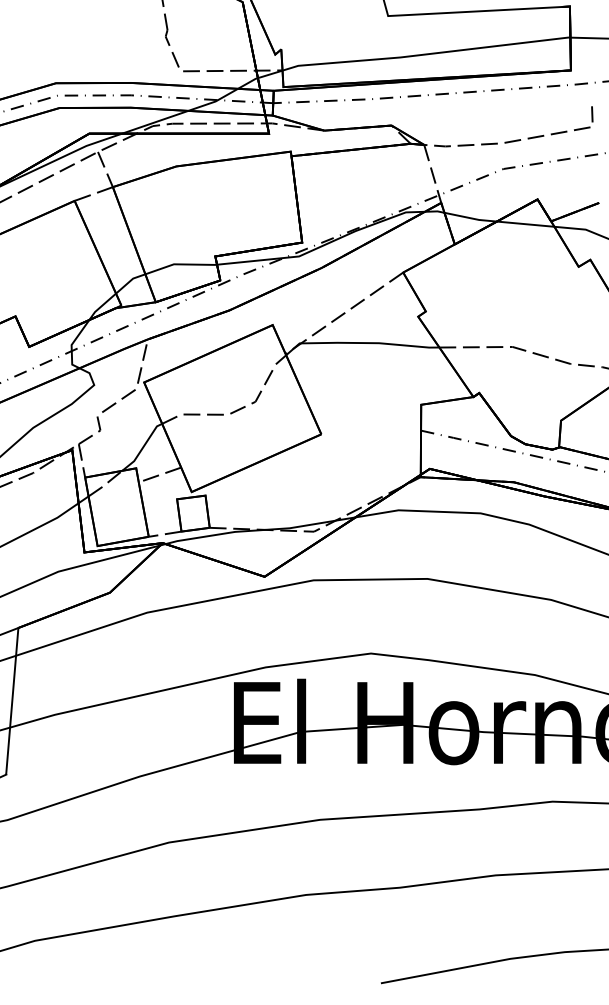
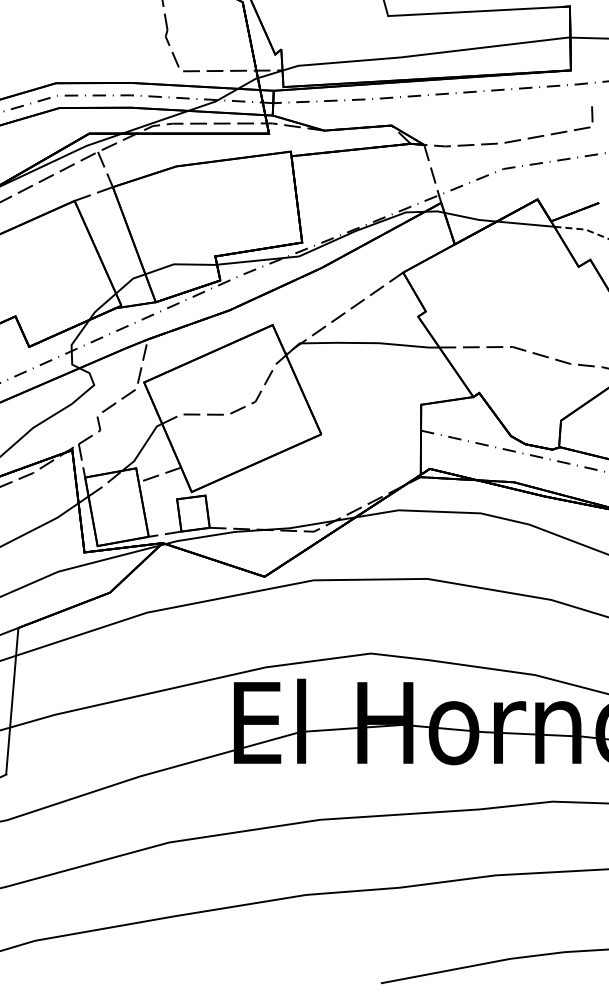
line at (582, 229): solid -> dashed
